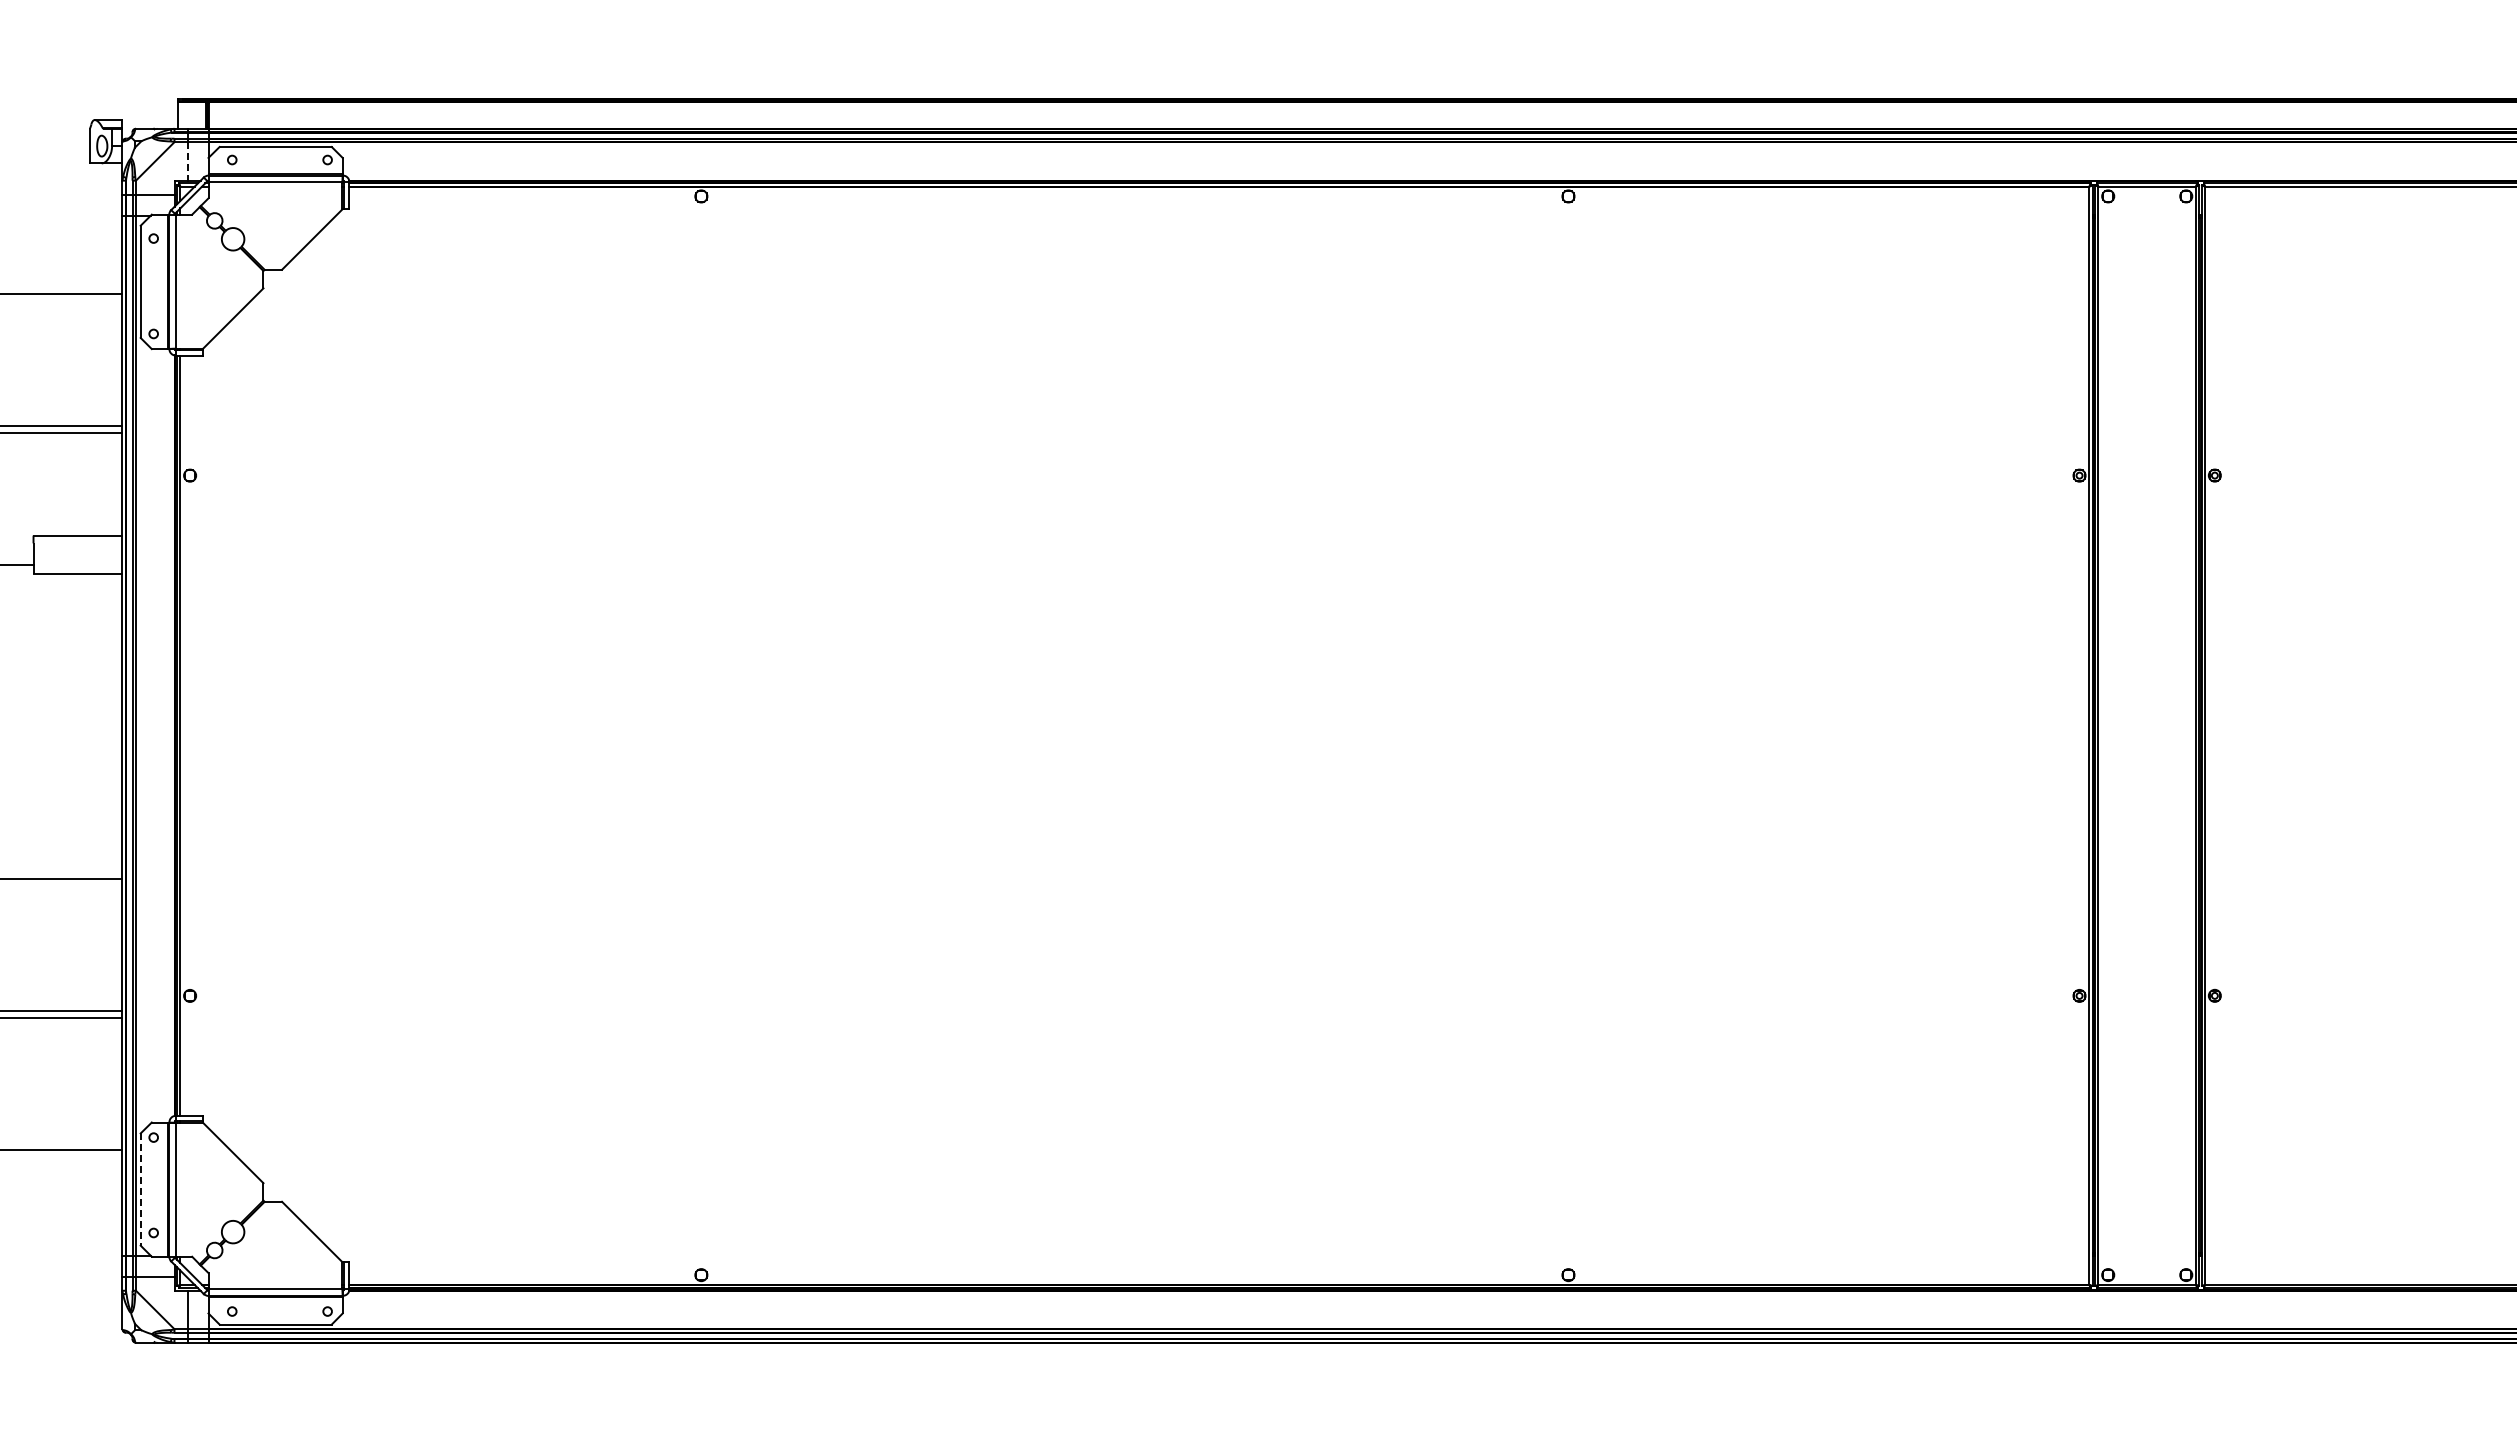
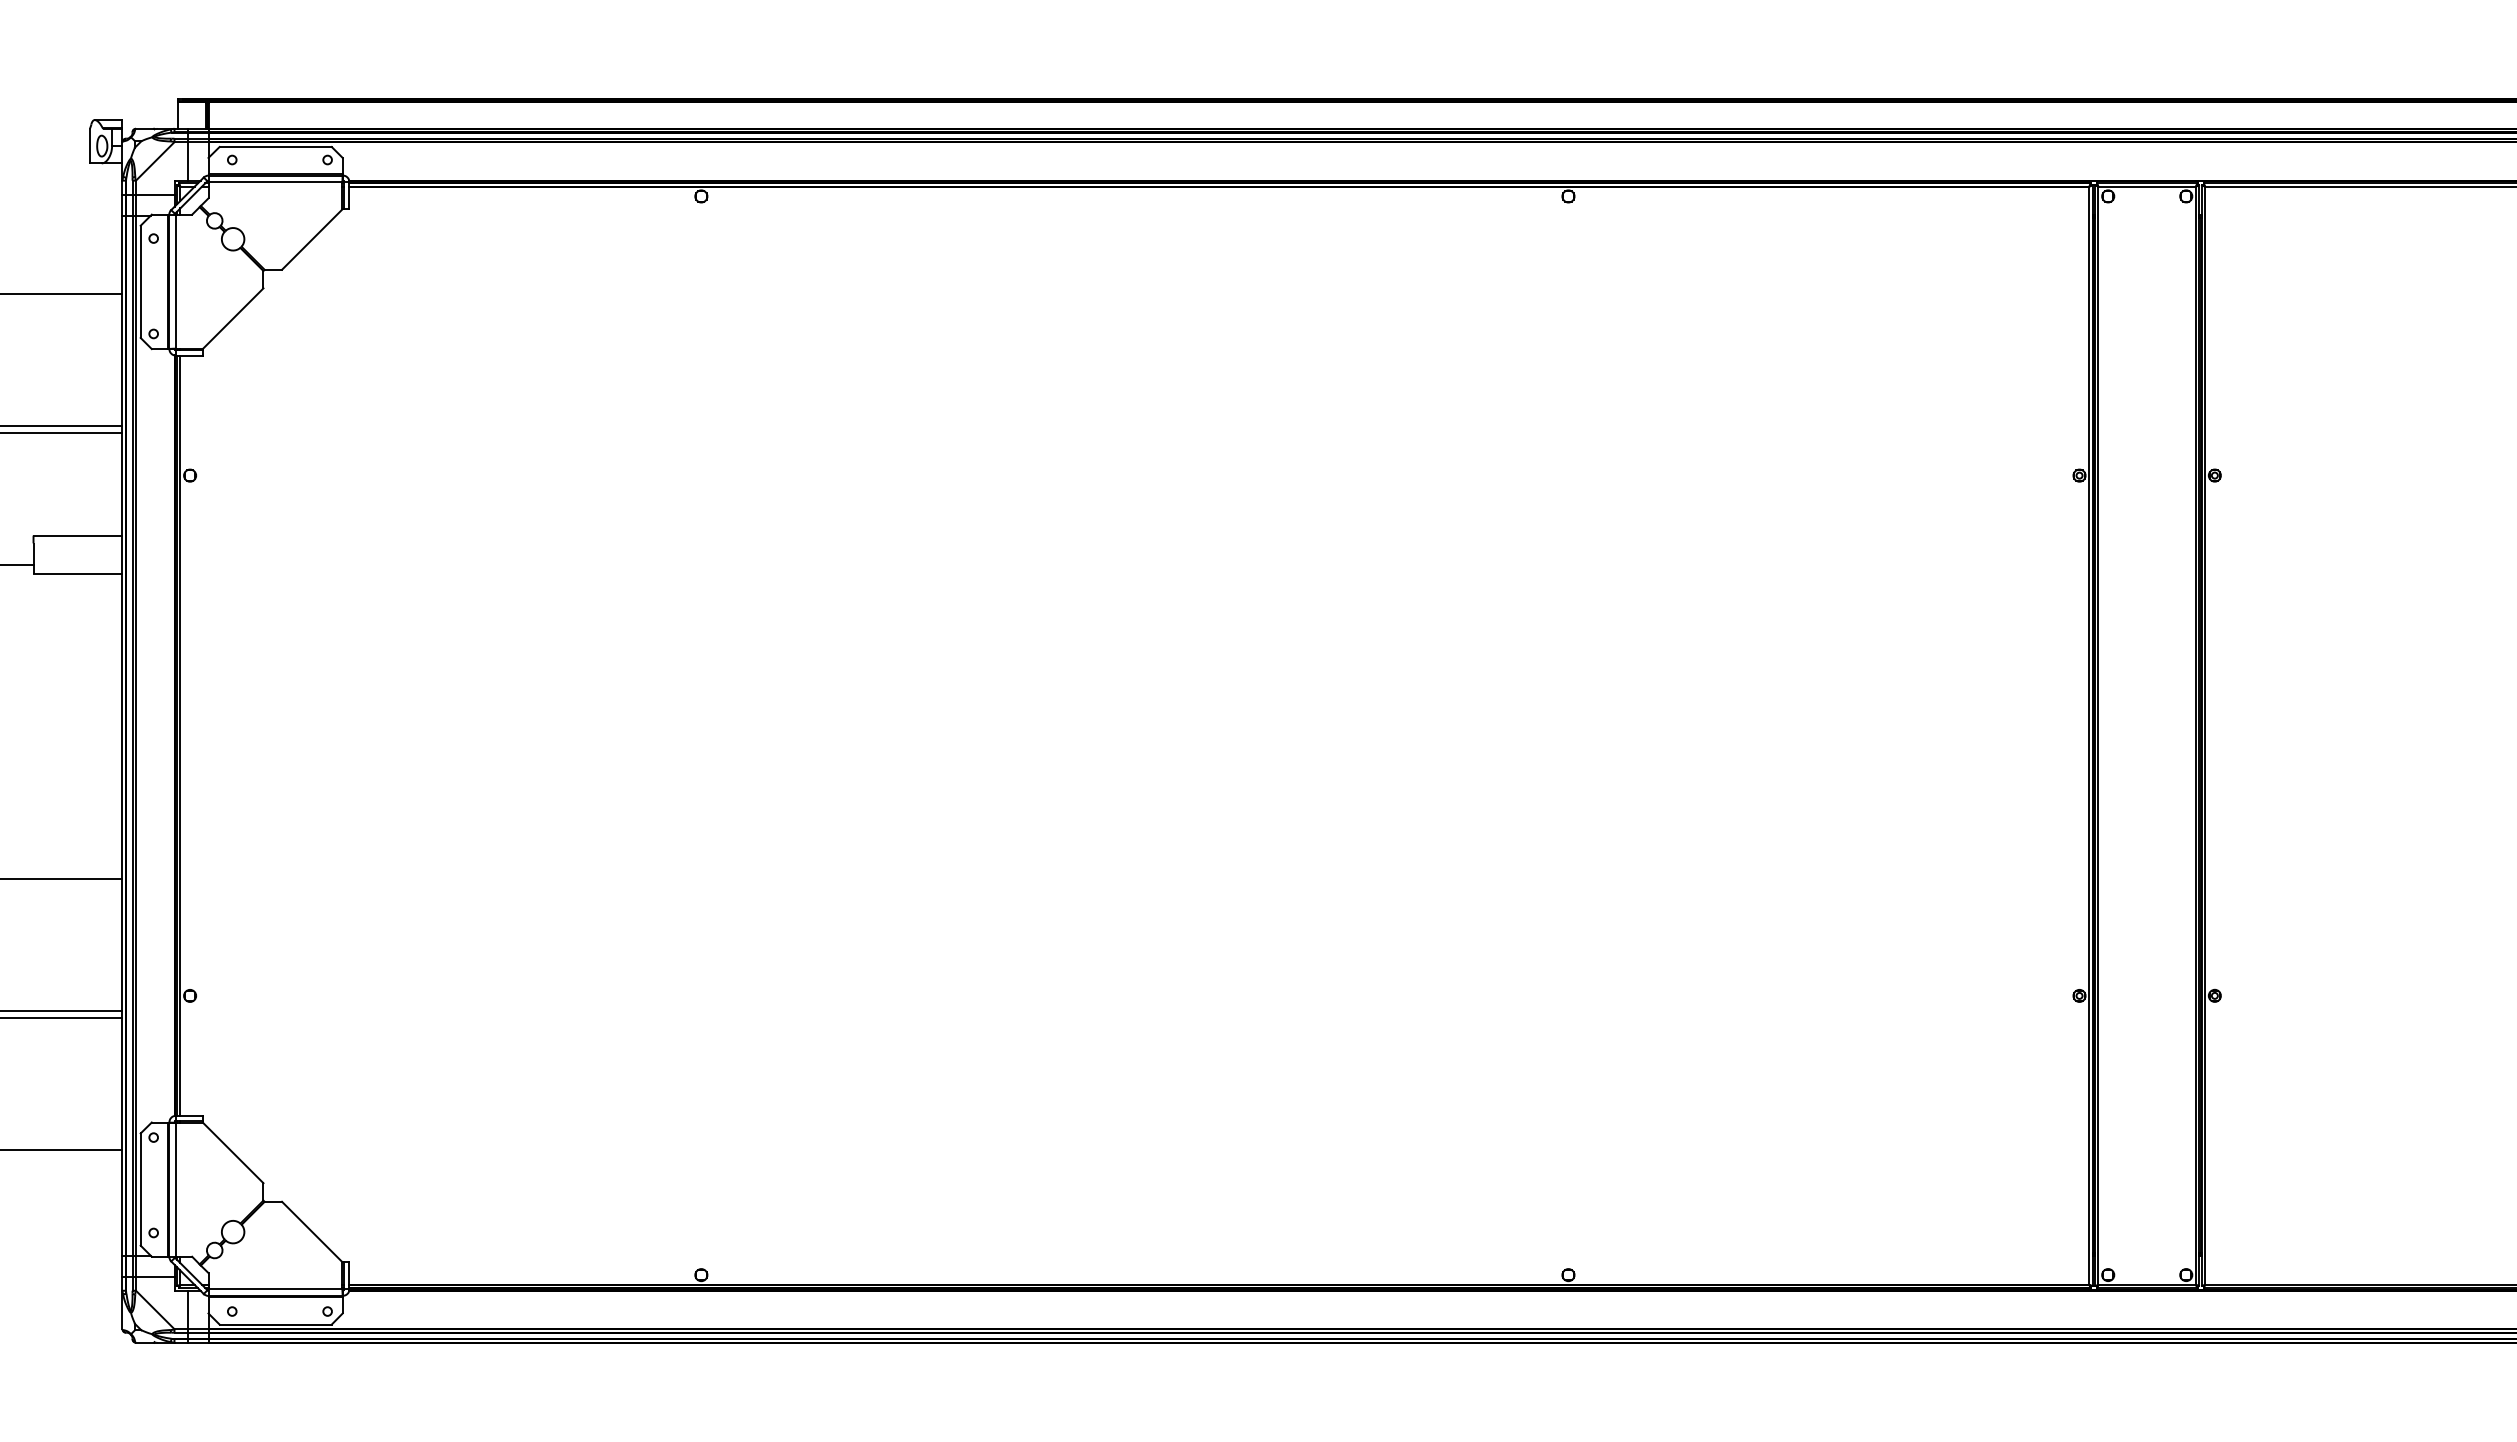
line at (188, 162): dashed -> solid
line at (140, 1190): dashed -> solid
